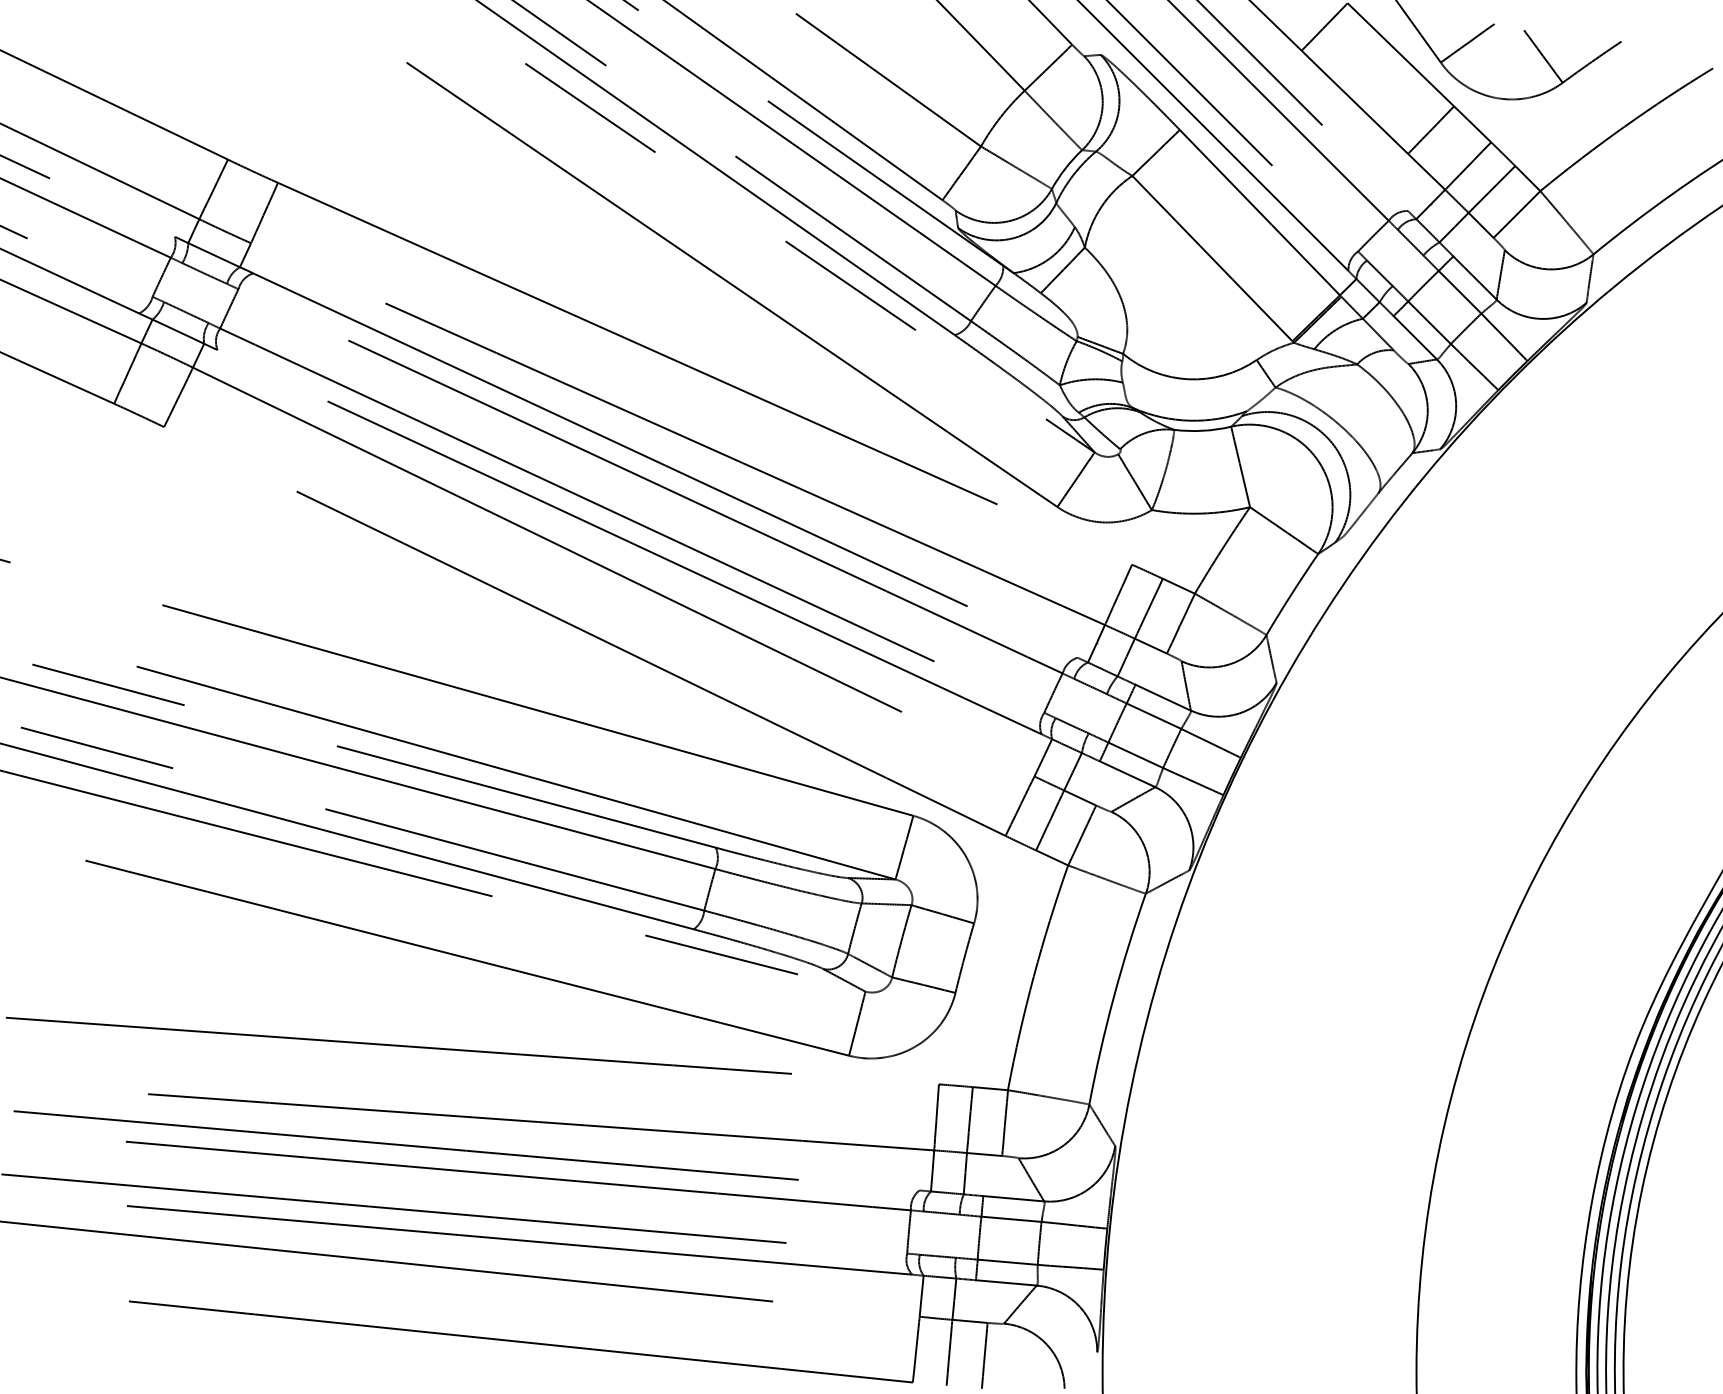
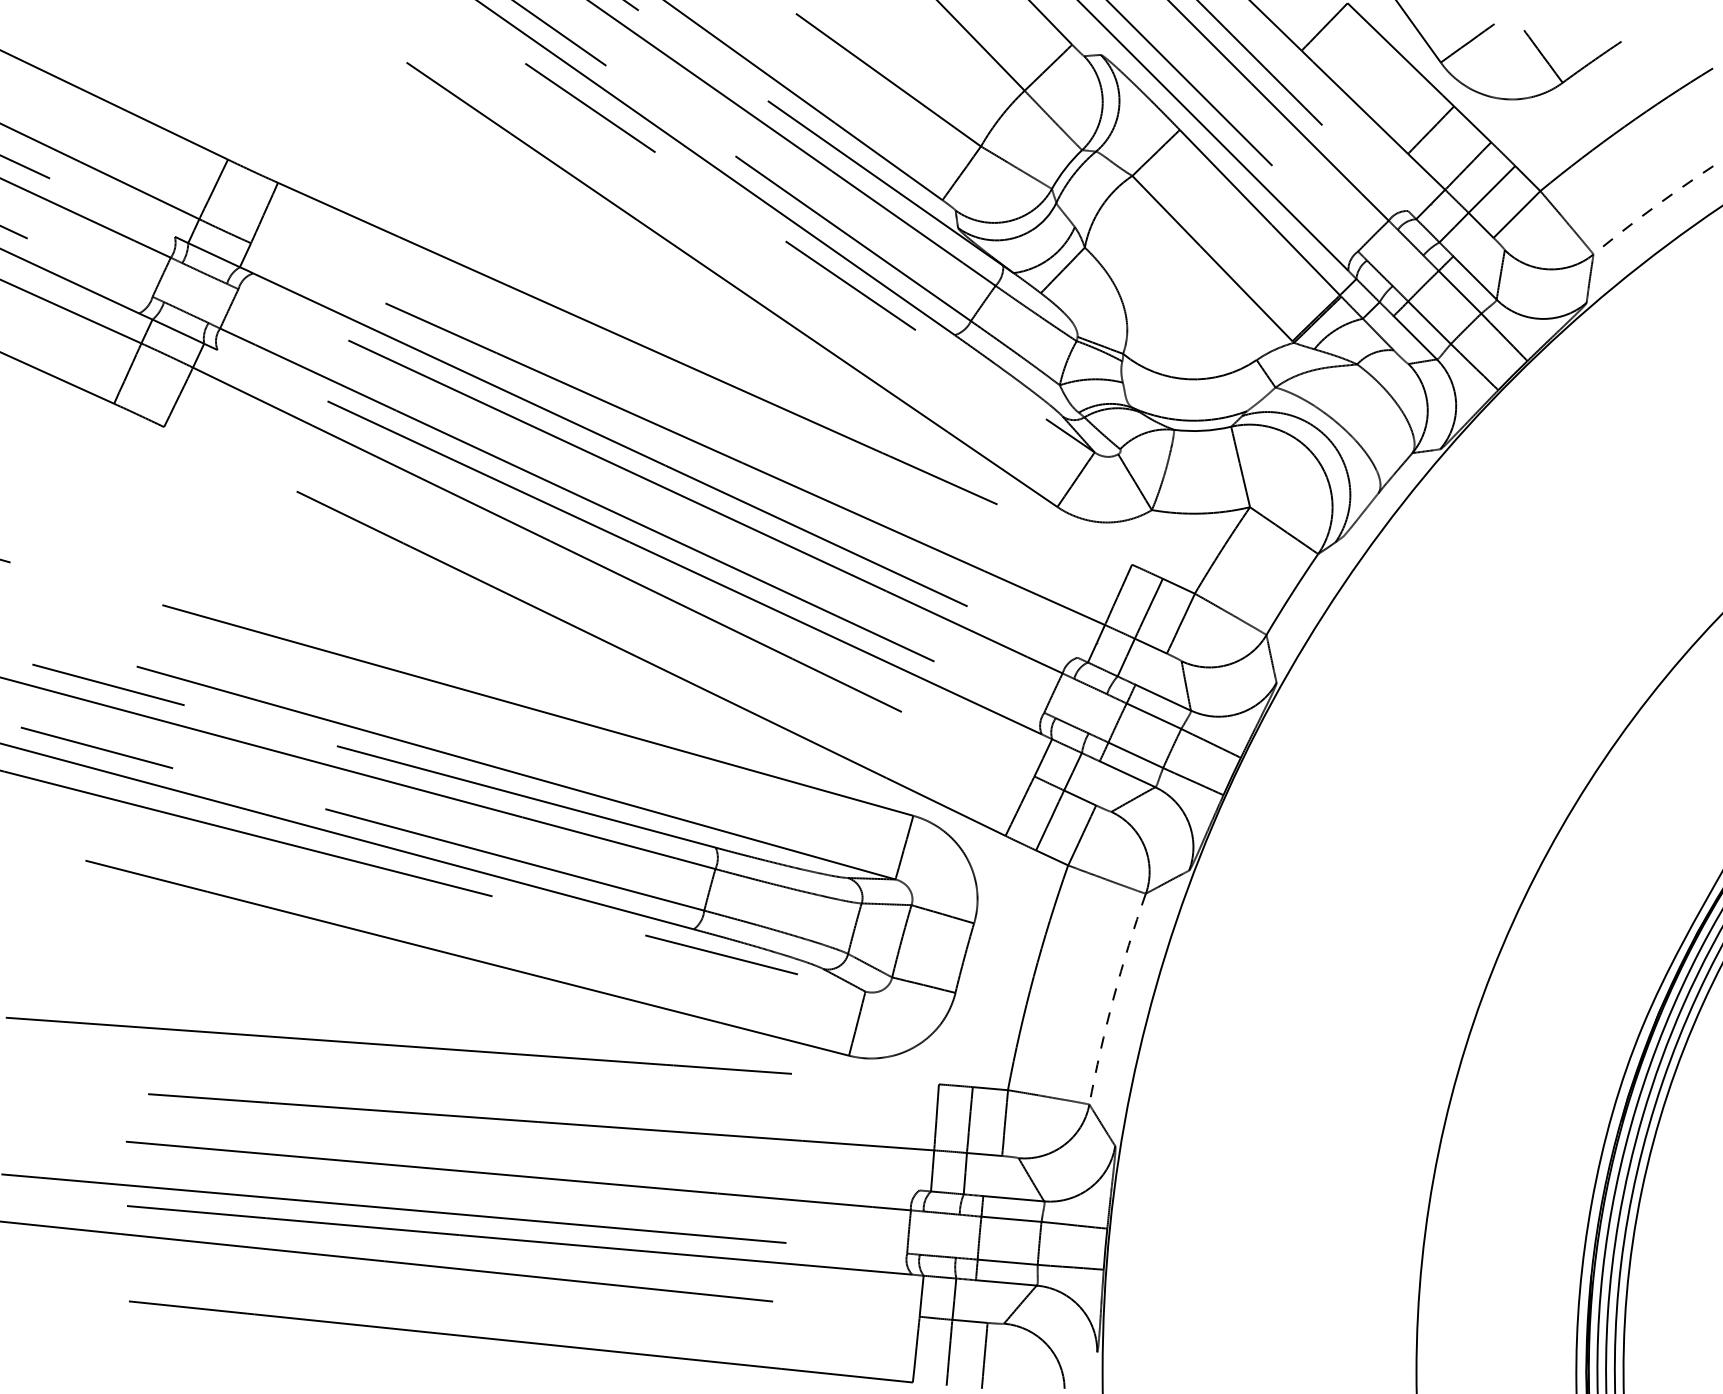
arc at (1656, 205): solid -> dashed
arc at (1113, 998): solid -> dashed
line at (405, 1145): present -> none
